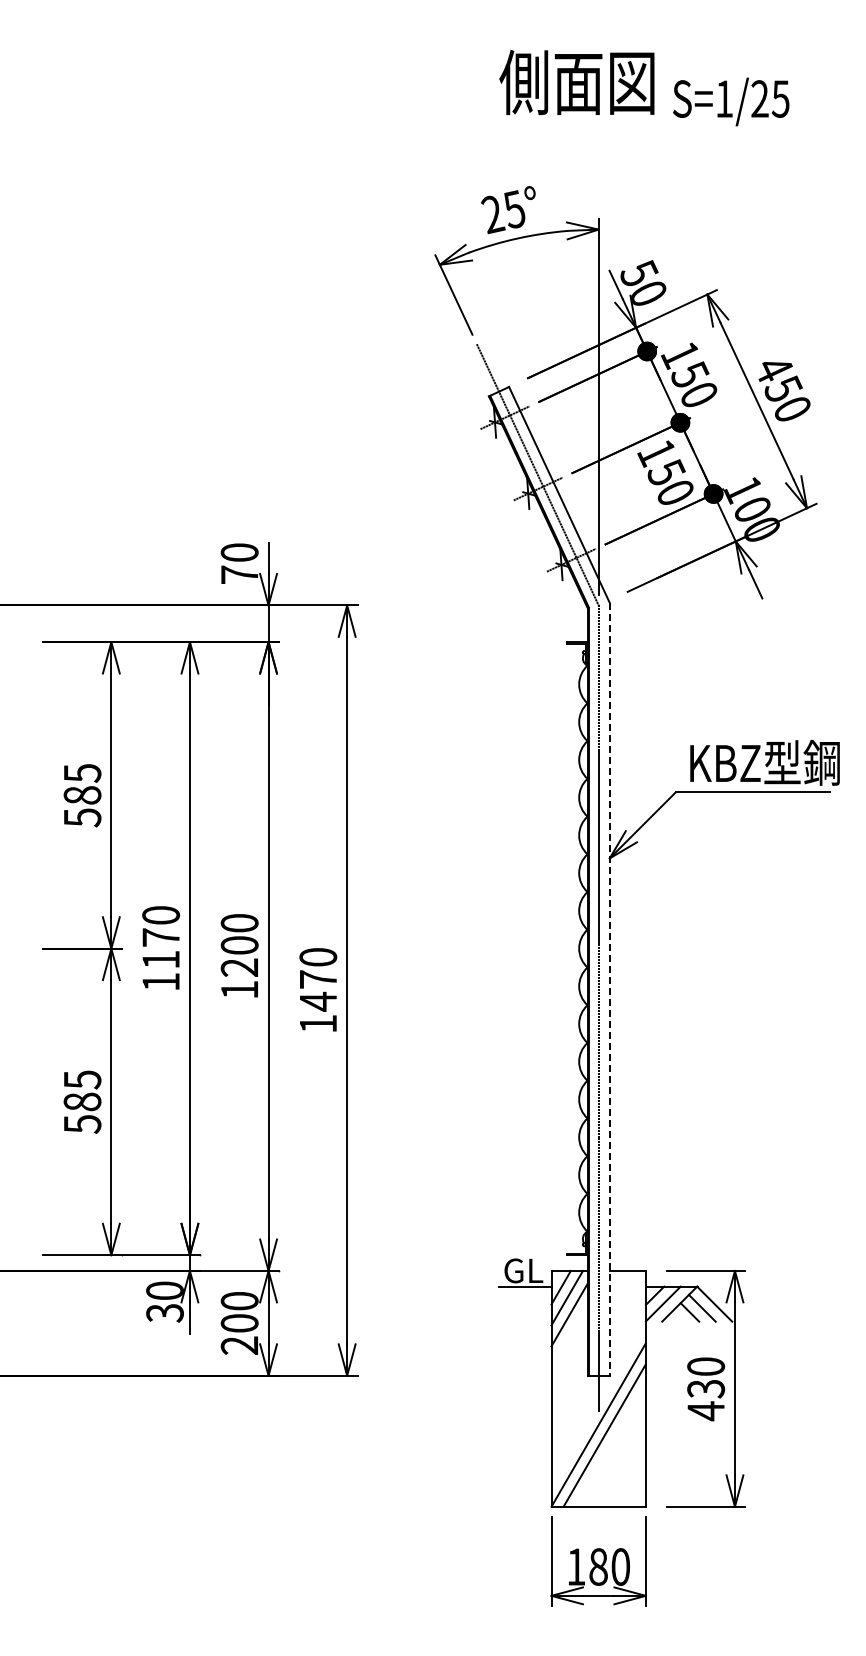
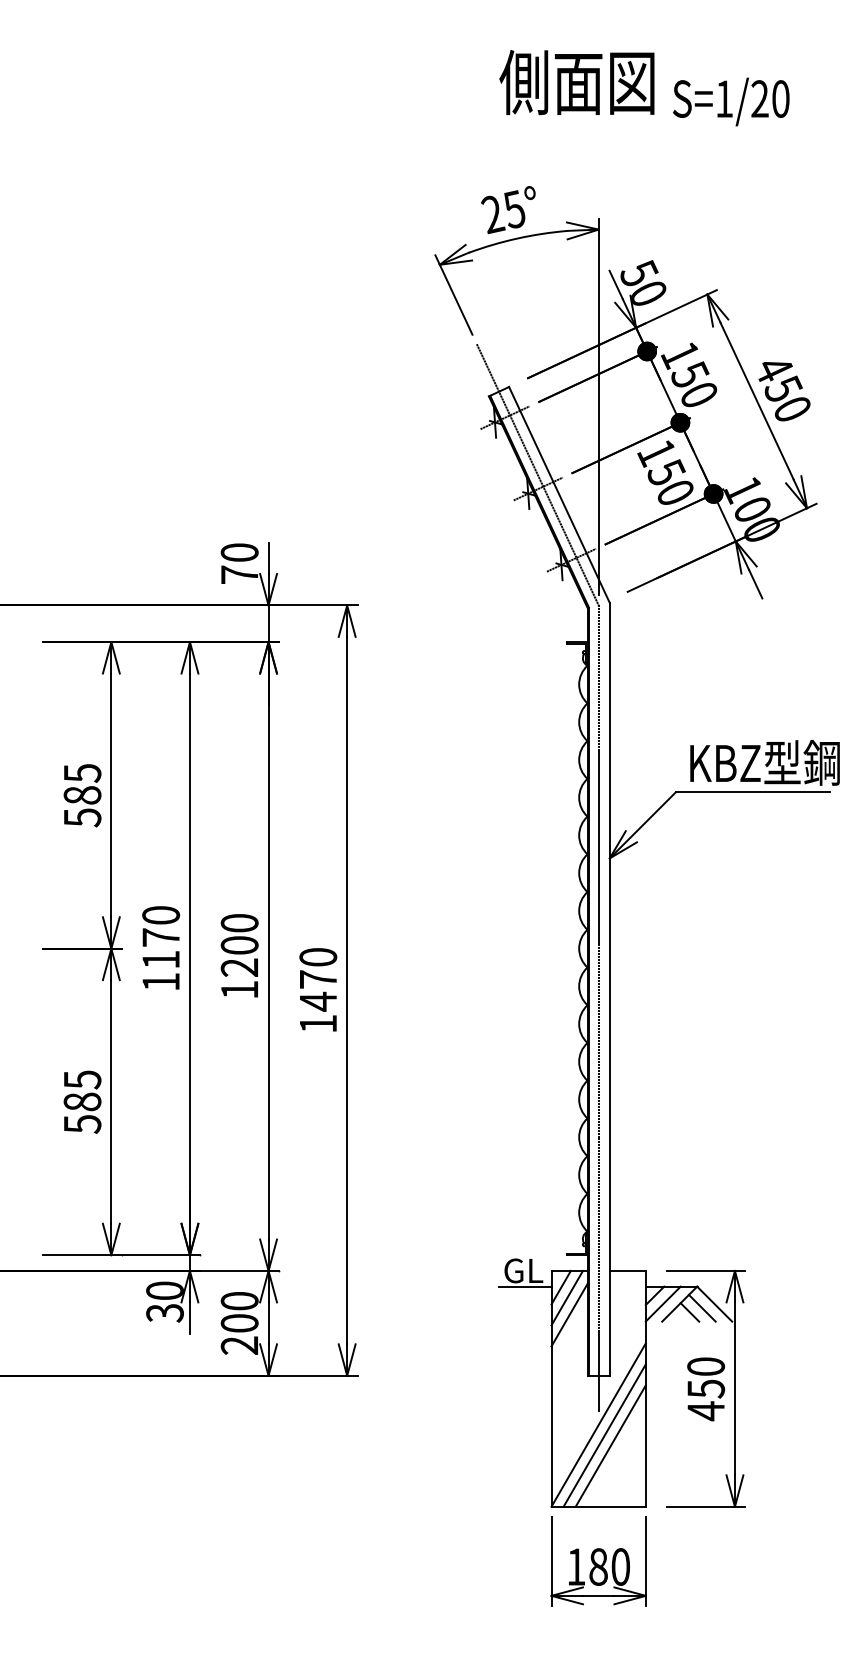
text at (780, 98): S=1/25 -> S=1/20
line at (609, 989): dashed -> solid
text at (705, 1388): 430 -> 450
line at (610, 1445): none -> present
